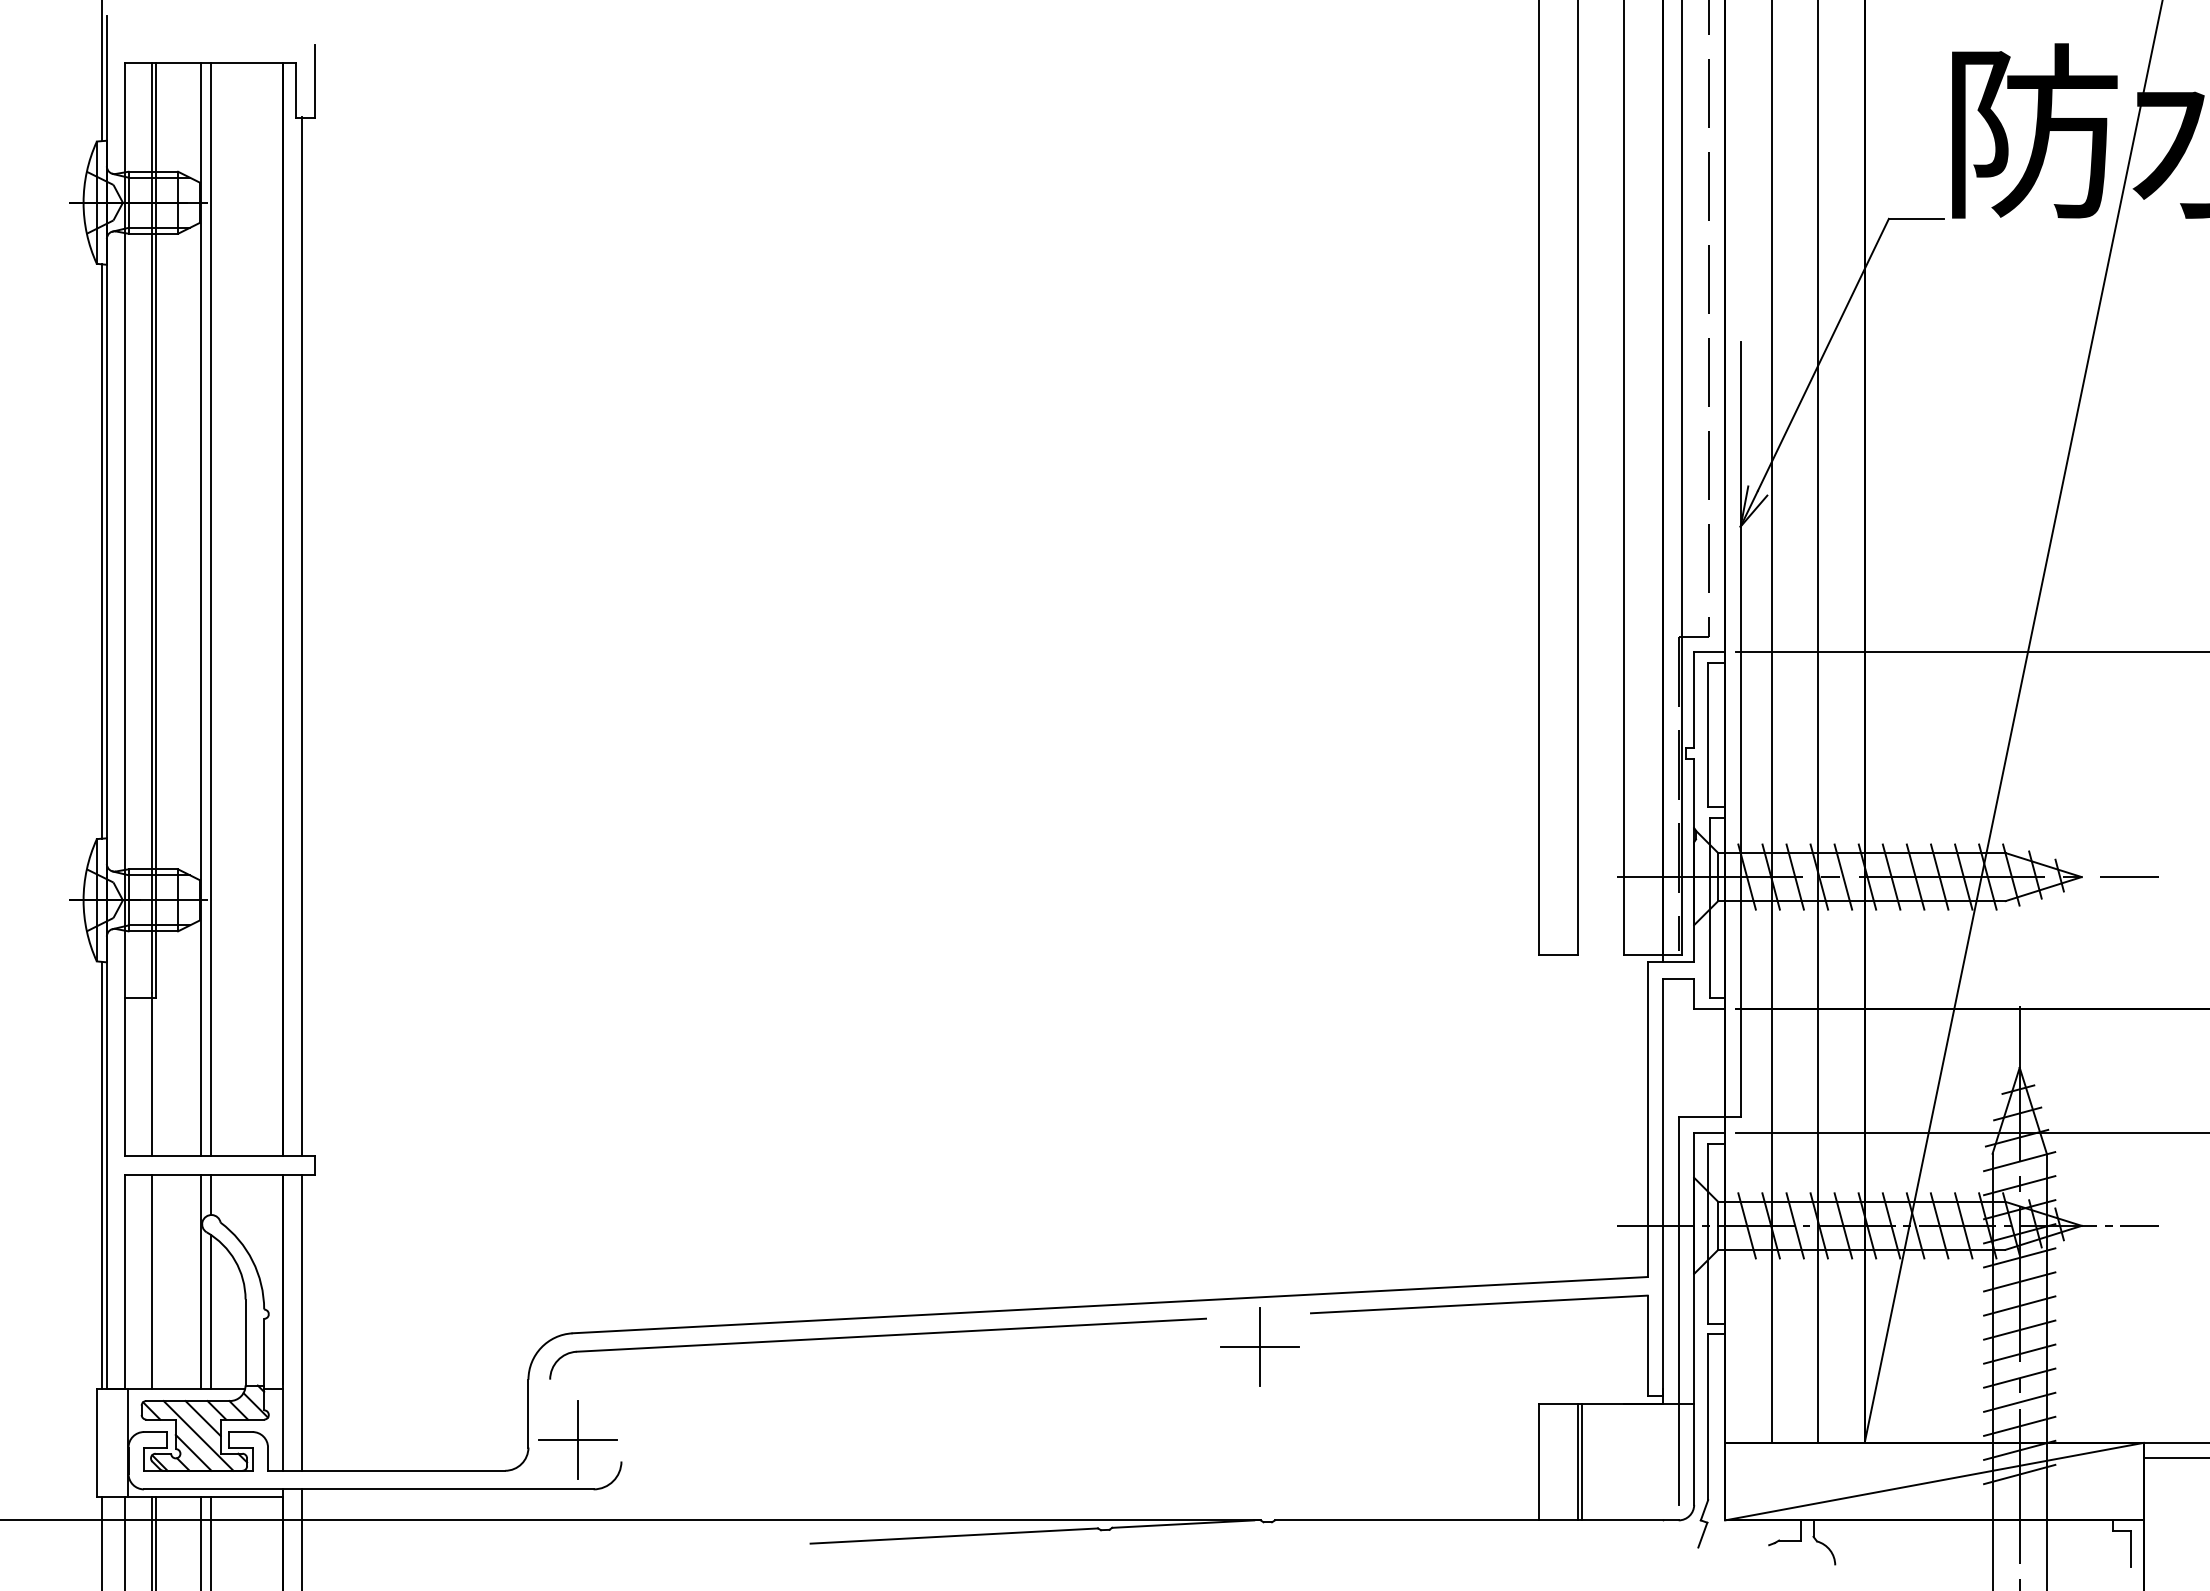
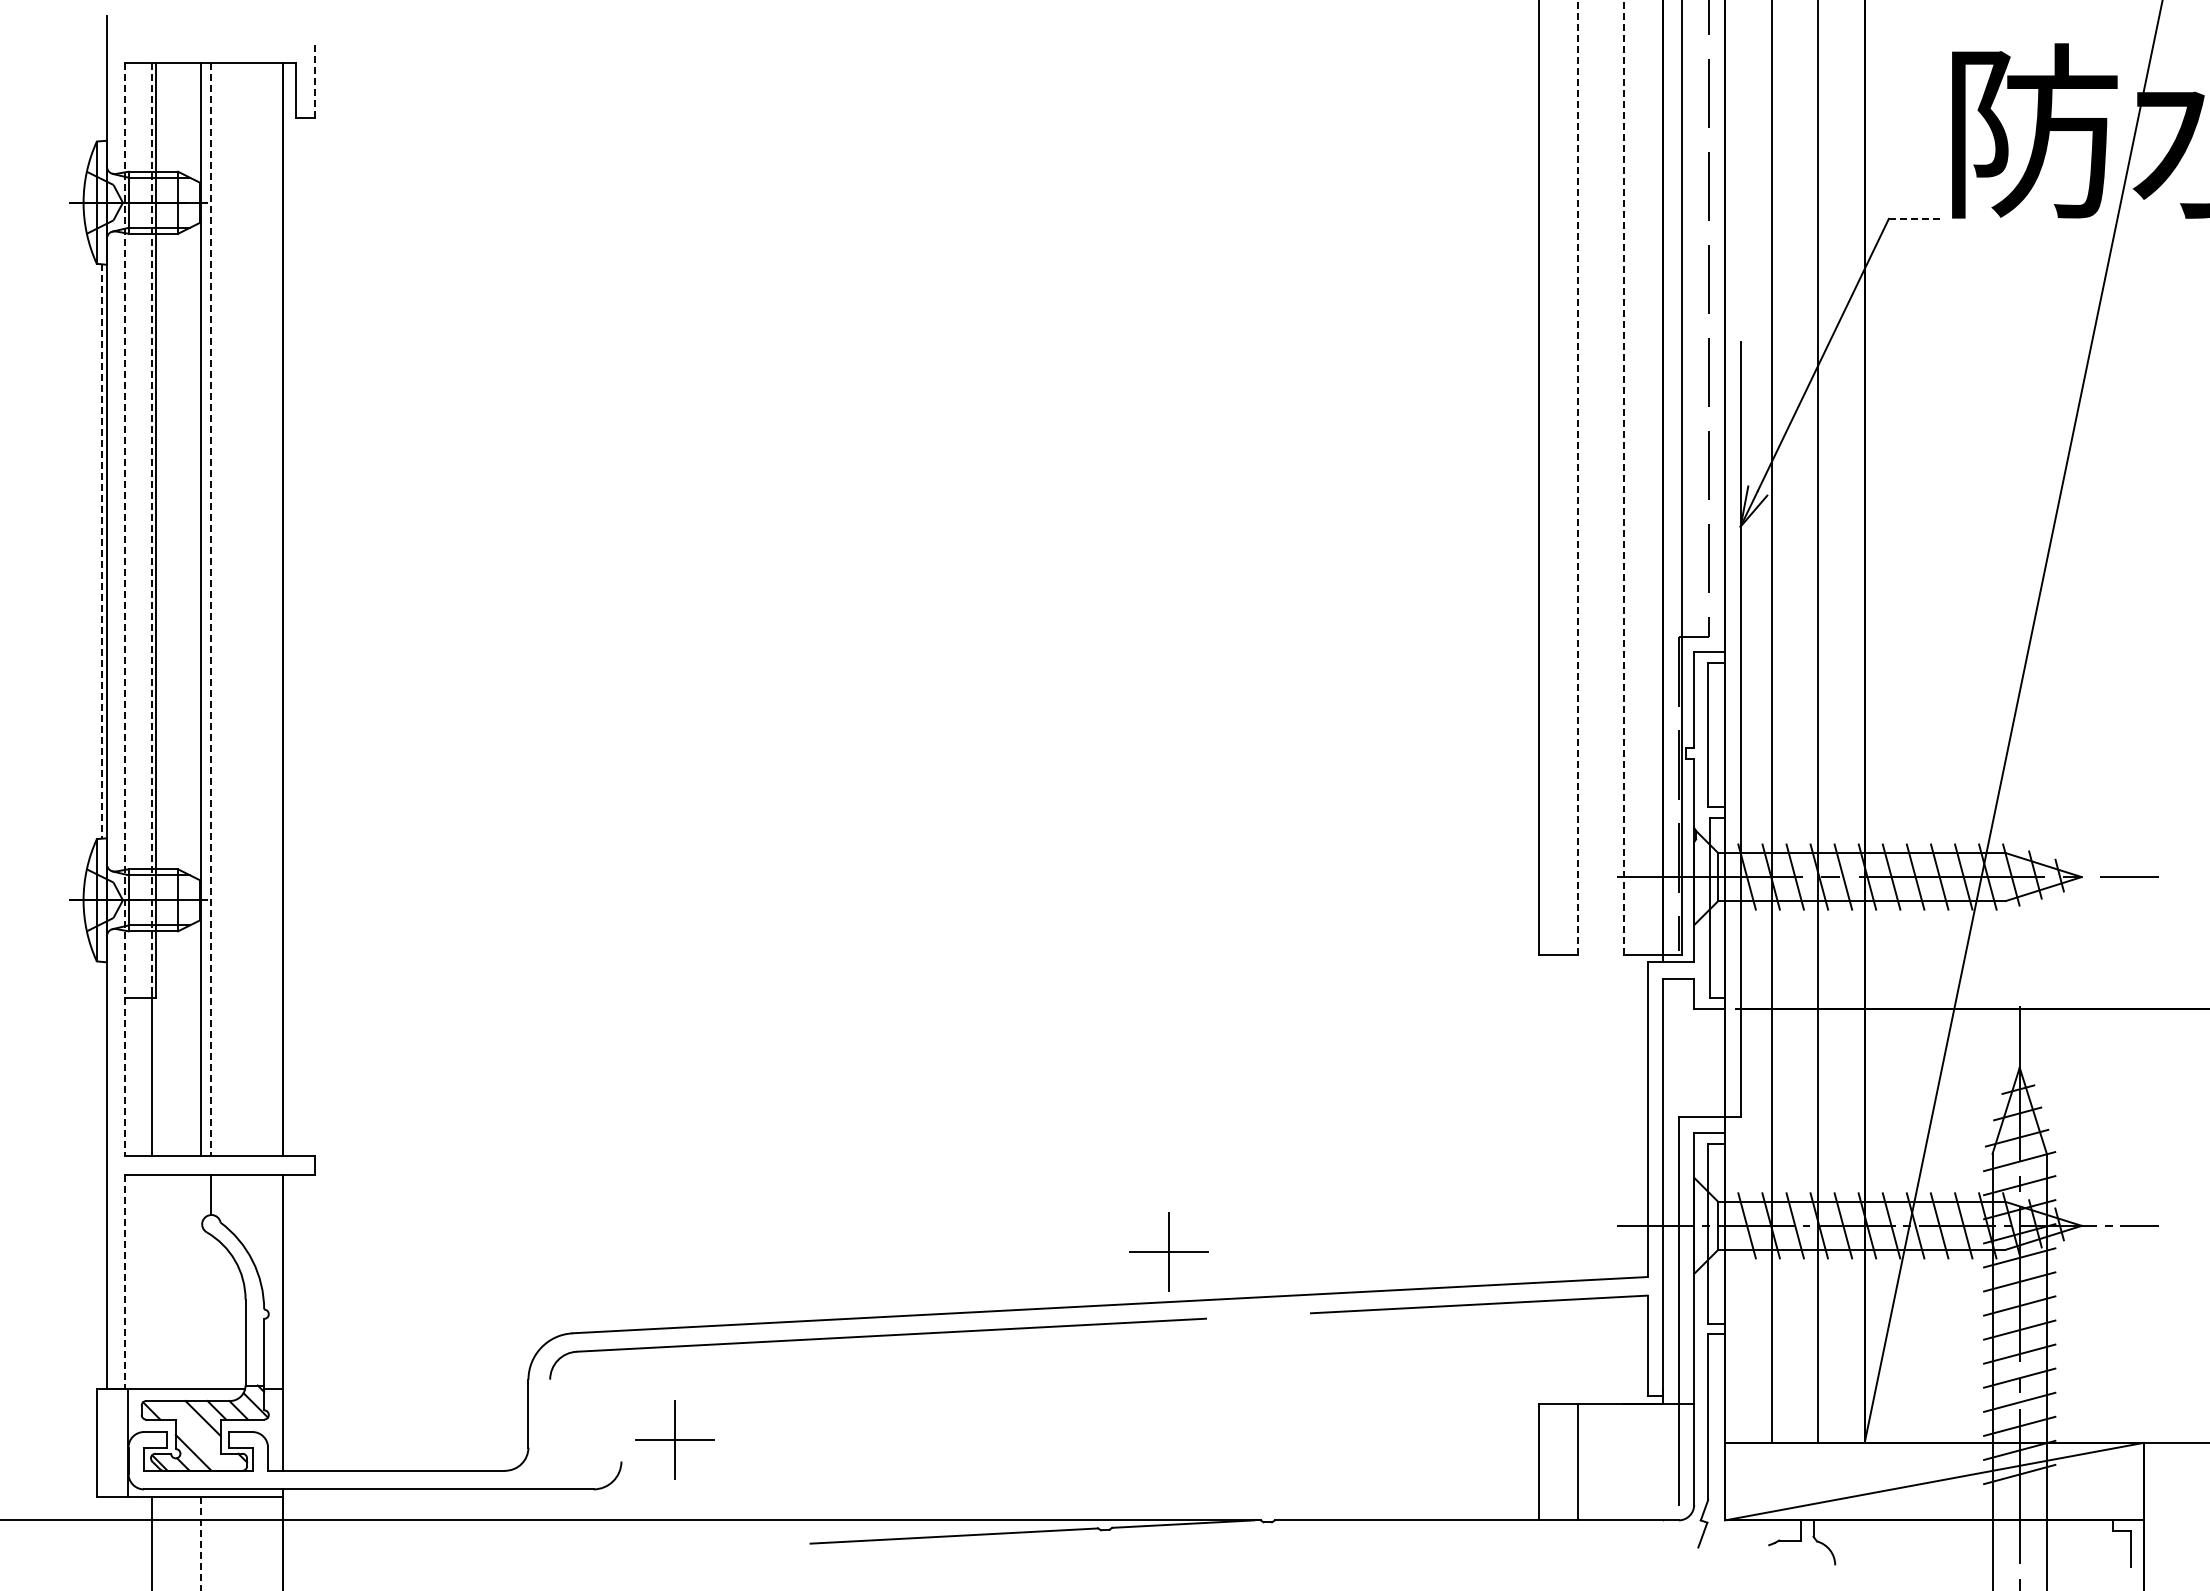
line at (102, 71): present -> none
line at (314, 81): solid -> dashed
line at (1916, 218): solid -> dashed
line at (1577, 477): solid -> dashed
line at (1624, 477): solid -> dashed
line at (151, 528): solid -> dashed
line at (102, 551): solid -> dashed
line at (125, 610): solid -> dashed
line at (210, 610): solid -> dashed
line at (301, 636): present -> none
line at (1971, 652): present -> none
line at (1971, 1132): present -> none
line at (102, 1174): present -> none
line at (125, 1281): solid -> dashed
line at (151, 1281): present -> none
line at (201, 1281): present -> none
line at (210, 1311): present -> none
line at (301, 1322): present -> none
part at (1259, 1346) position: (1259, 1346) -> (1168, 1251)
line at (198, 1435): present -> none
part at (577, 1439) position: (577, 1439) -> (674, 1439)
line at (2174, 1458): present -> none
line at (1582, 1462): present -> none
line at (301, 1538): present -> none
line at (102, 1542): present -> none
line at (125, 1542): present -> none
line at (156, 1542): present -> none
line at (210, 1542): present -> none
line at (201, 1544): solid -> dashed
